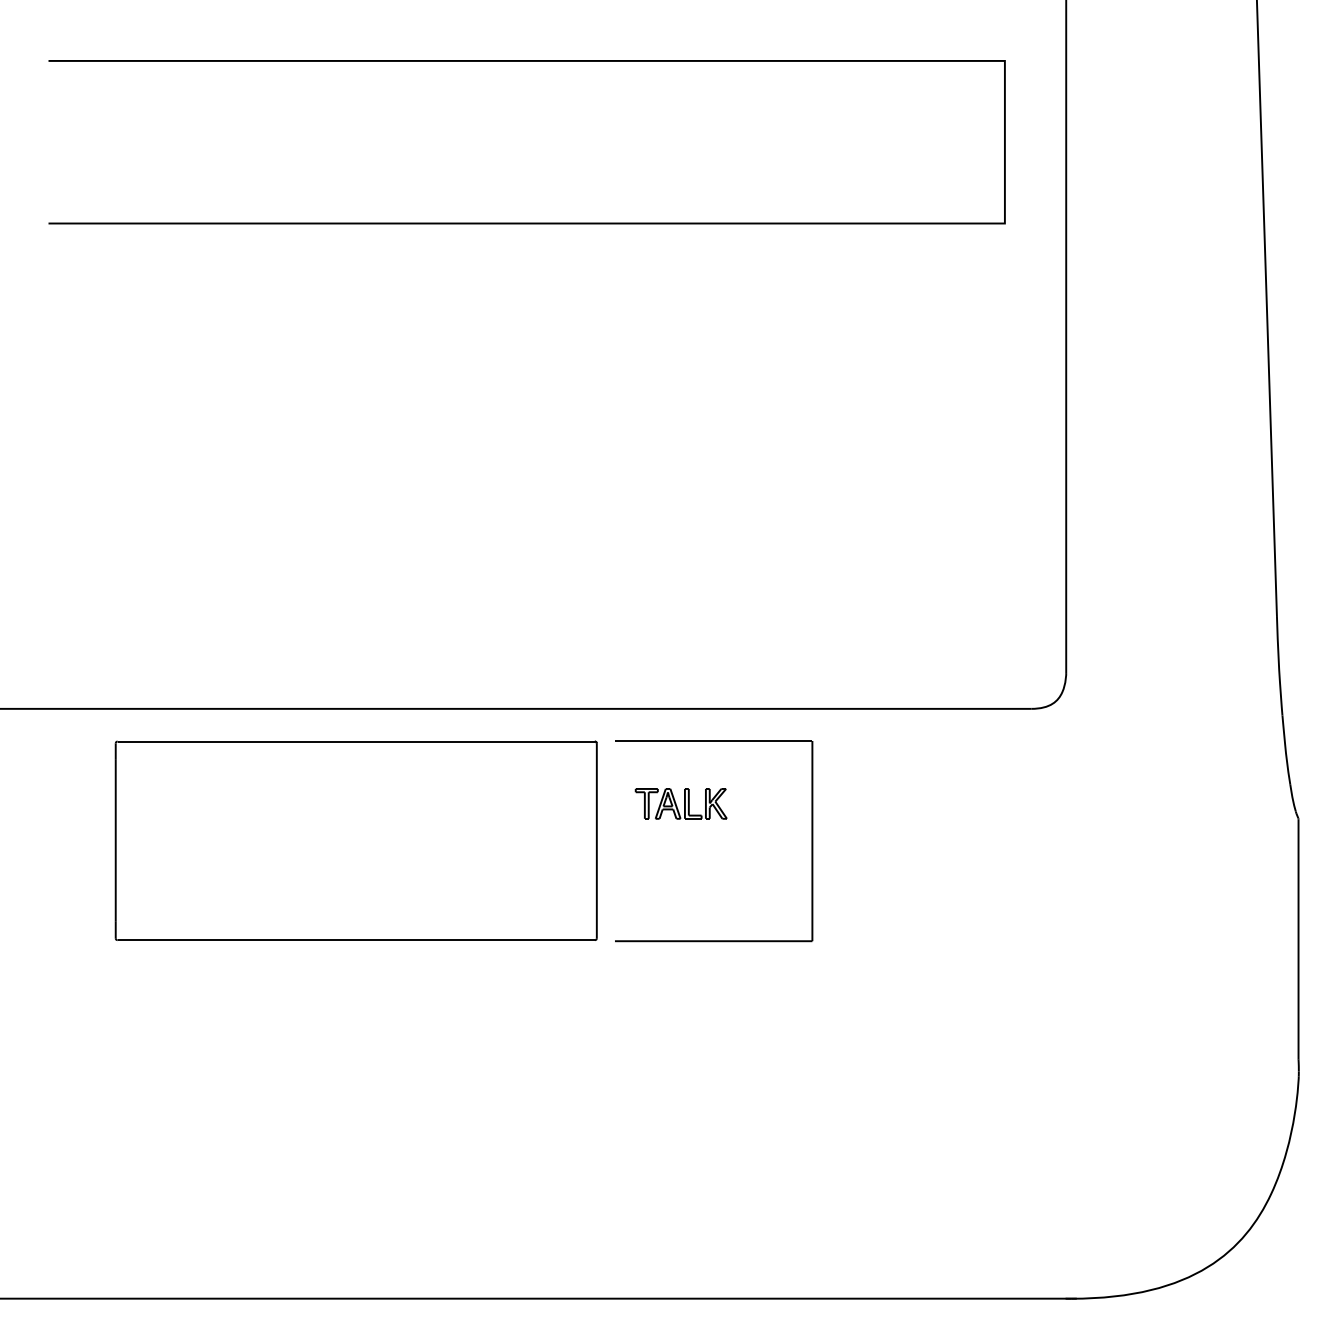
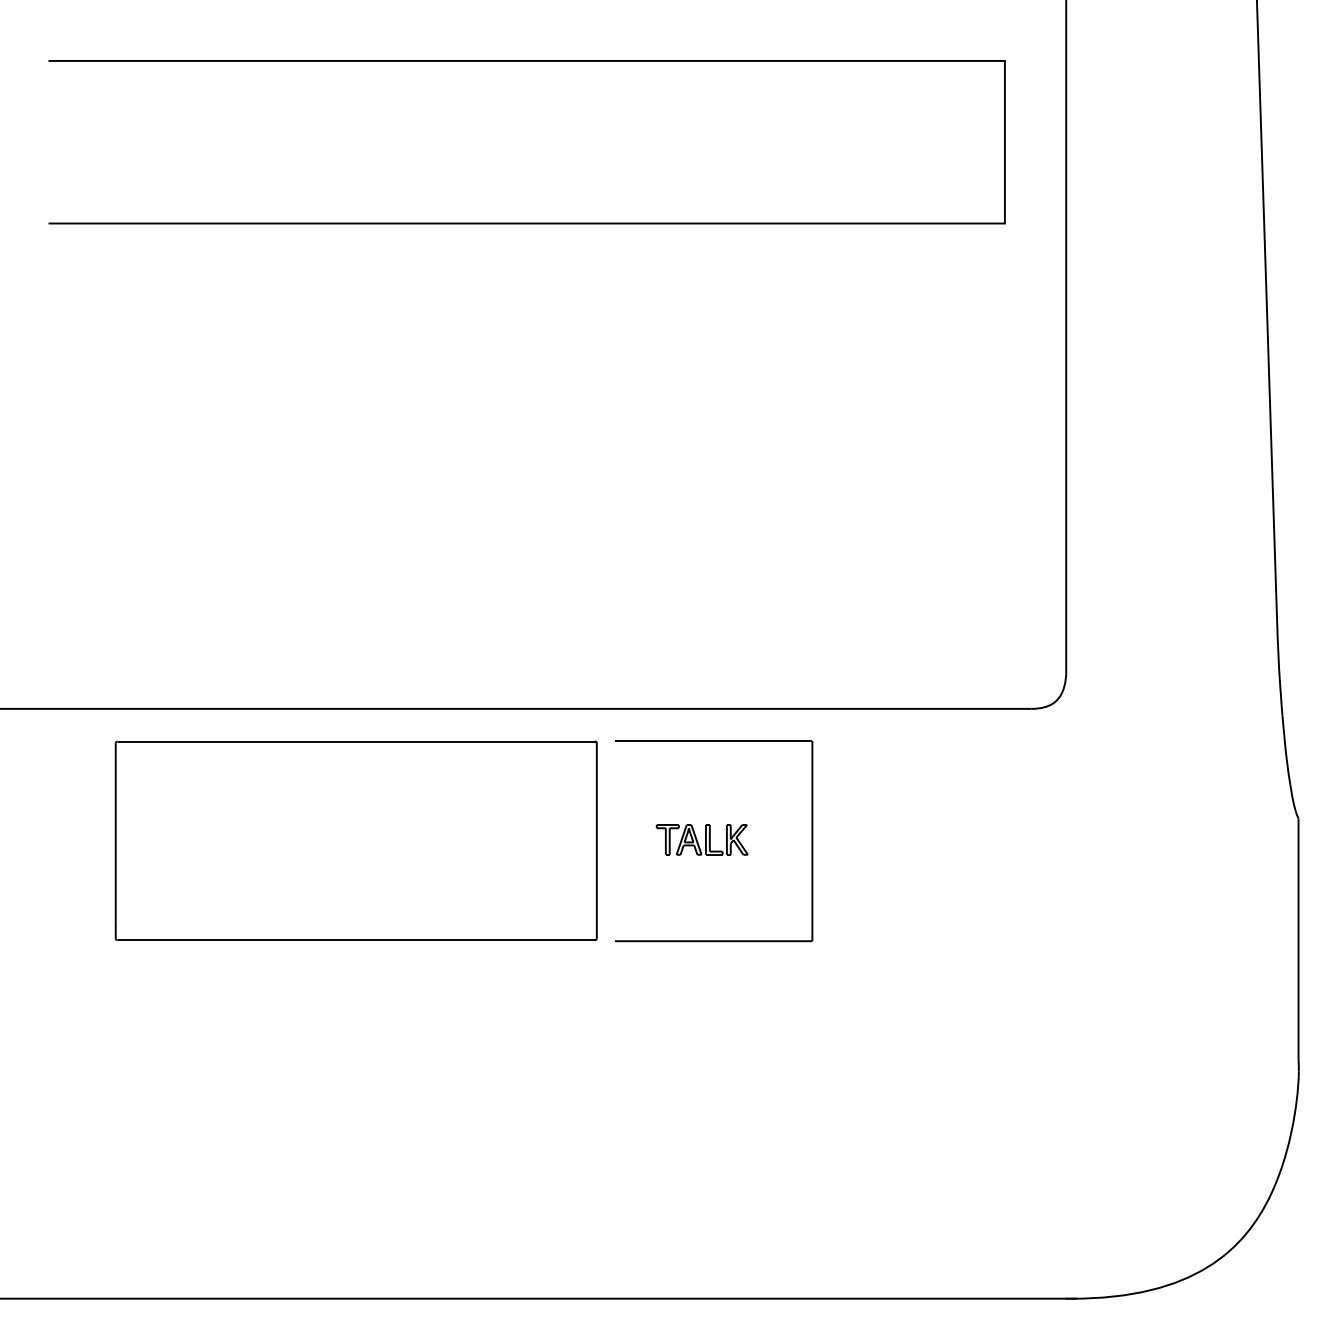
part at (680, 803) position: (680, 803) -> (701, 839)
